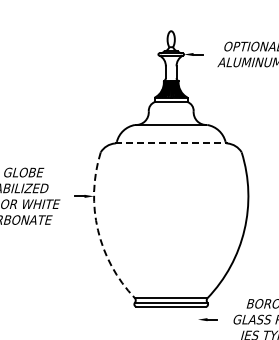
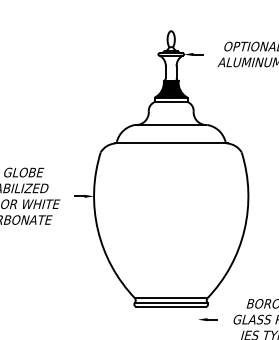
line at (171, 143): dashed -> solid
arc at (97, 230): dashed -> solid
